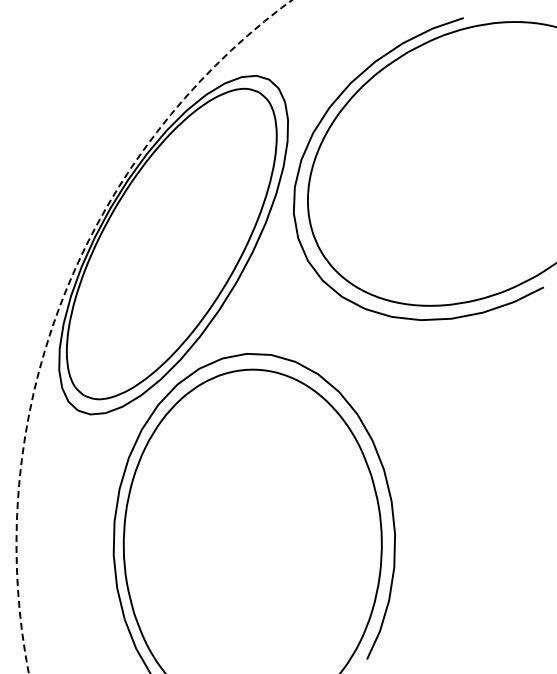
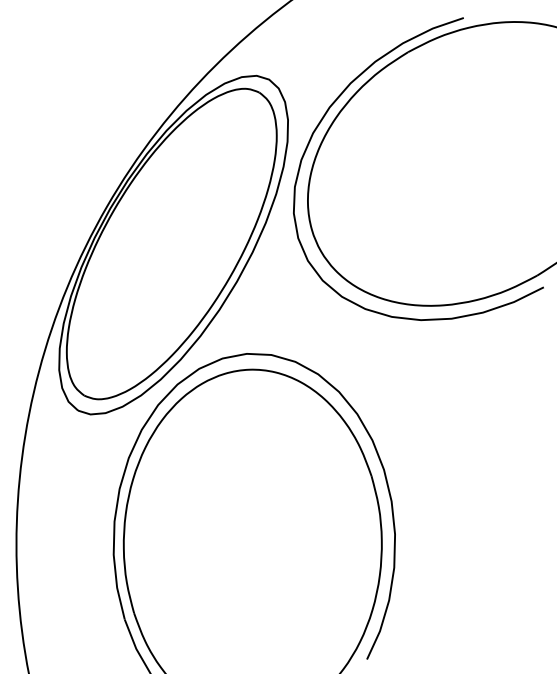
arc at (66, 290): dashed -> solid
